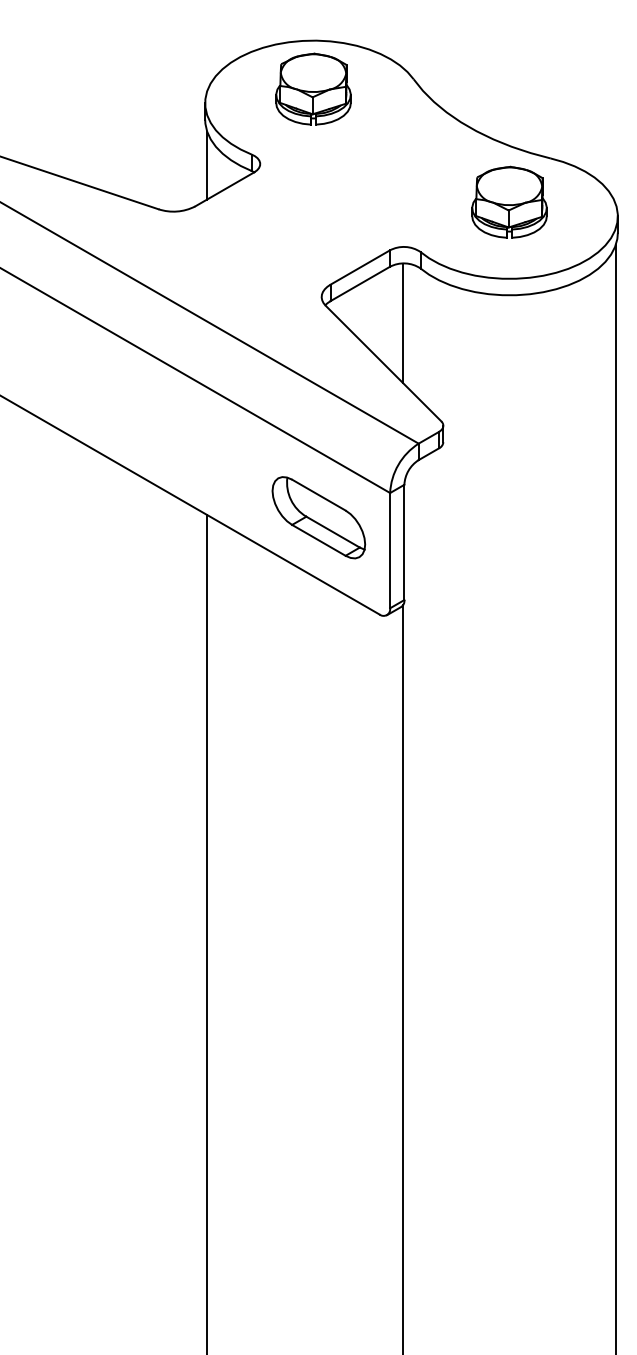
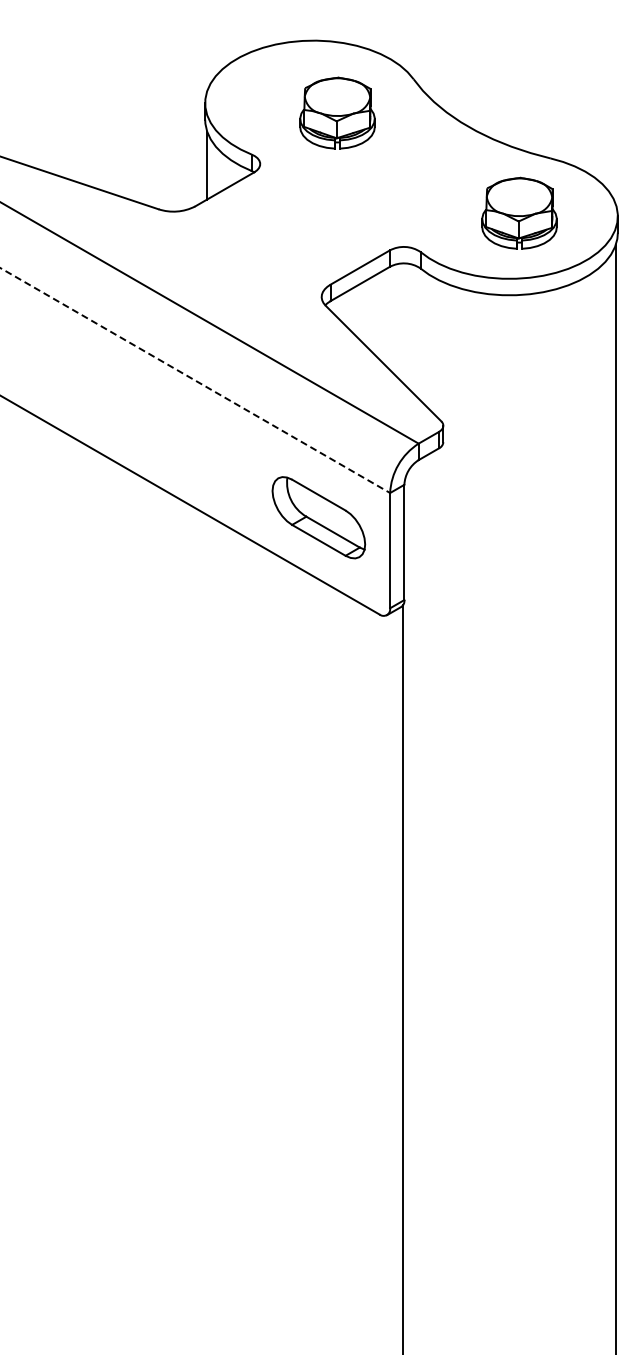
part at (313, 88) position: (313, 88) -> (337, 112)
part at (509, 201) position: (509, 201) -> (519, 212)
line at (403, 323): present -> none
line at (195, 380): solid -> dashed
line at (207, 932): present -> none
